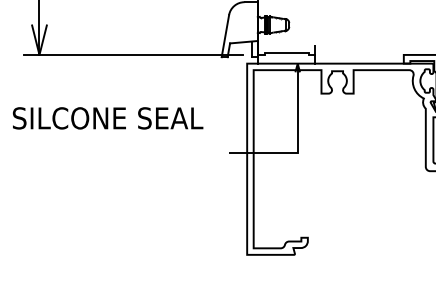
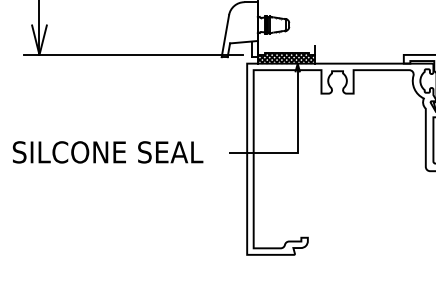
hatch at (286, 57): none -> present
text at (107, 118) position: (107, 118) -> (107, 152)
